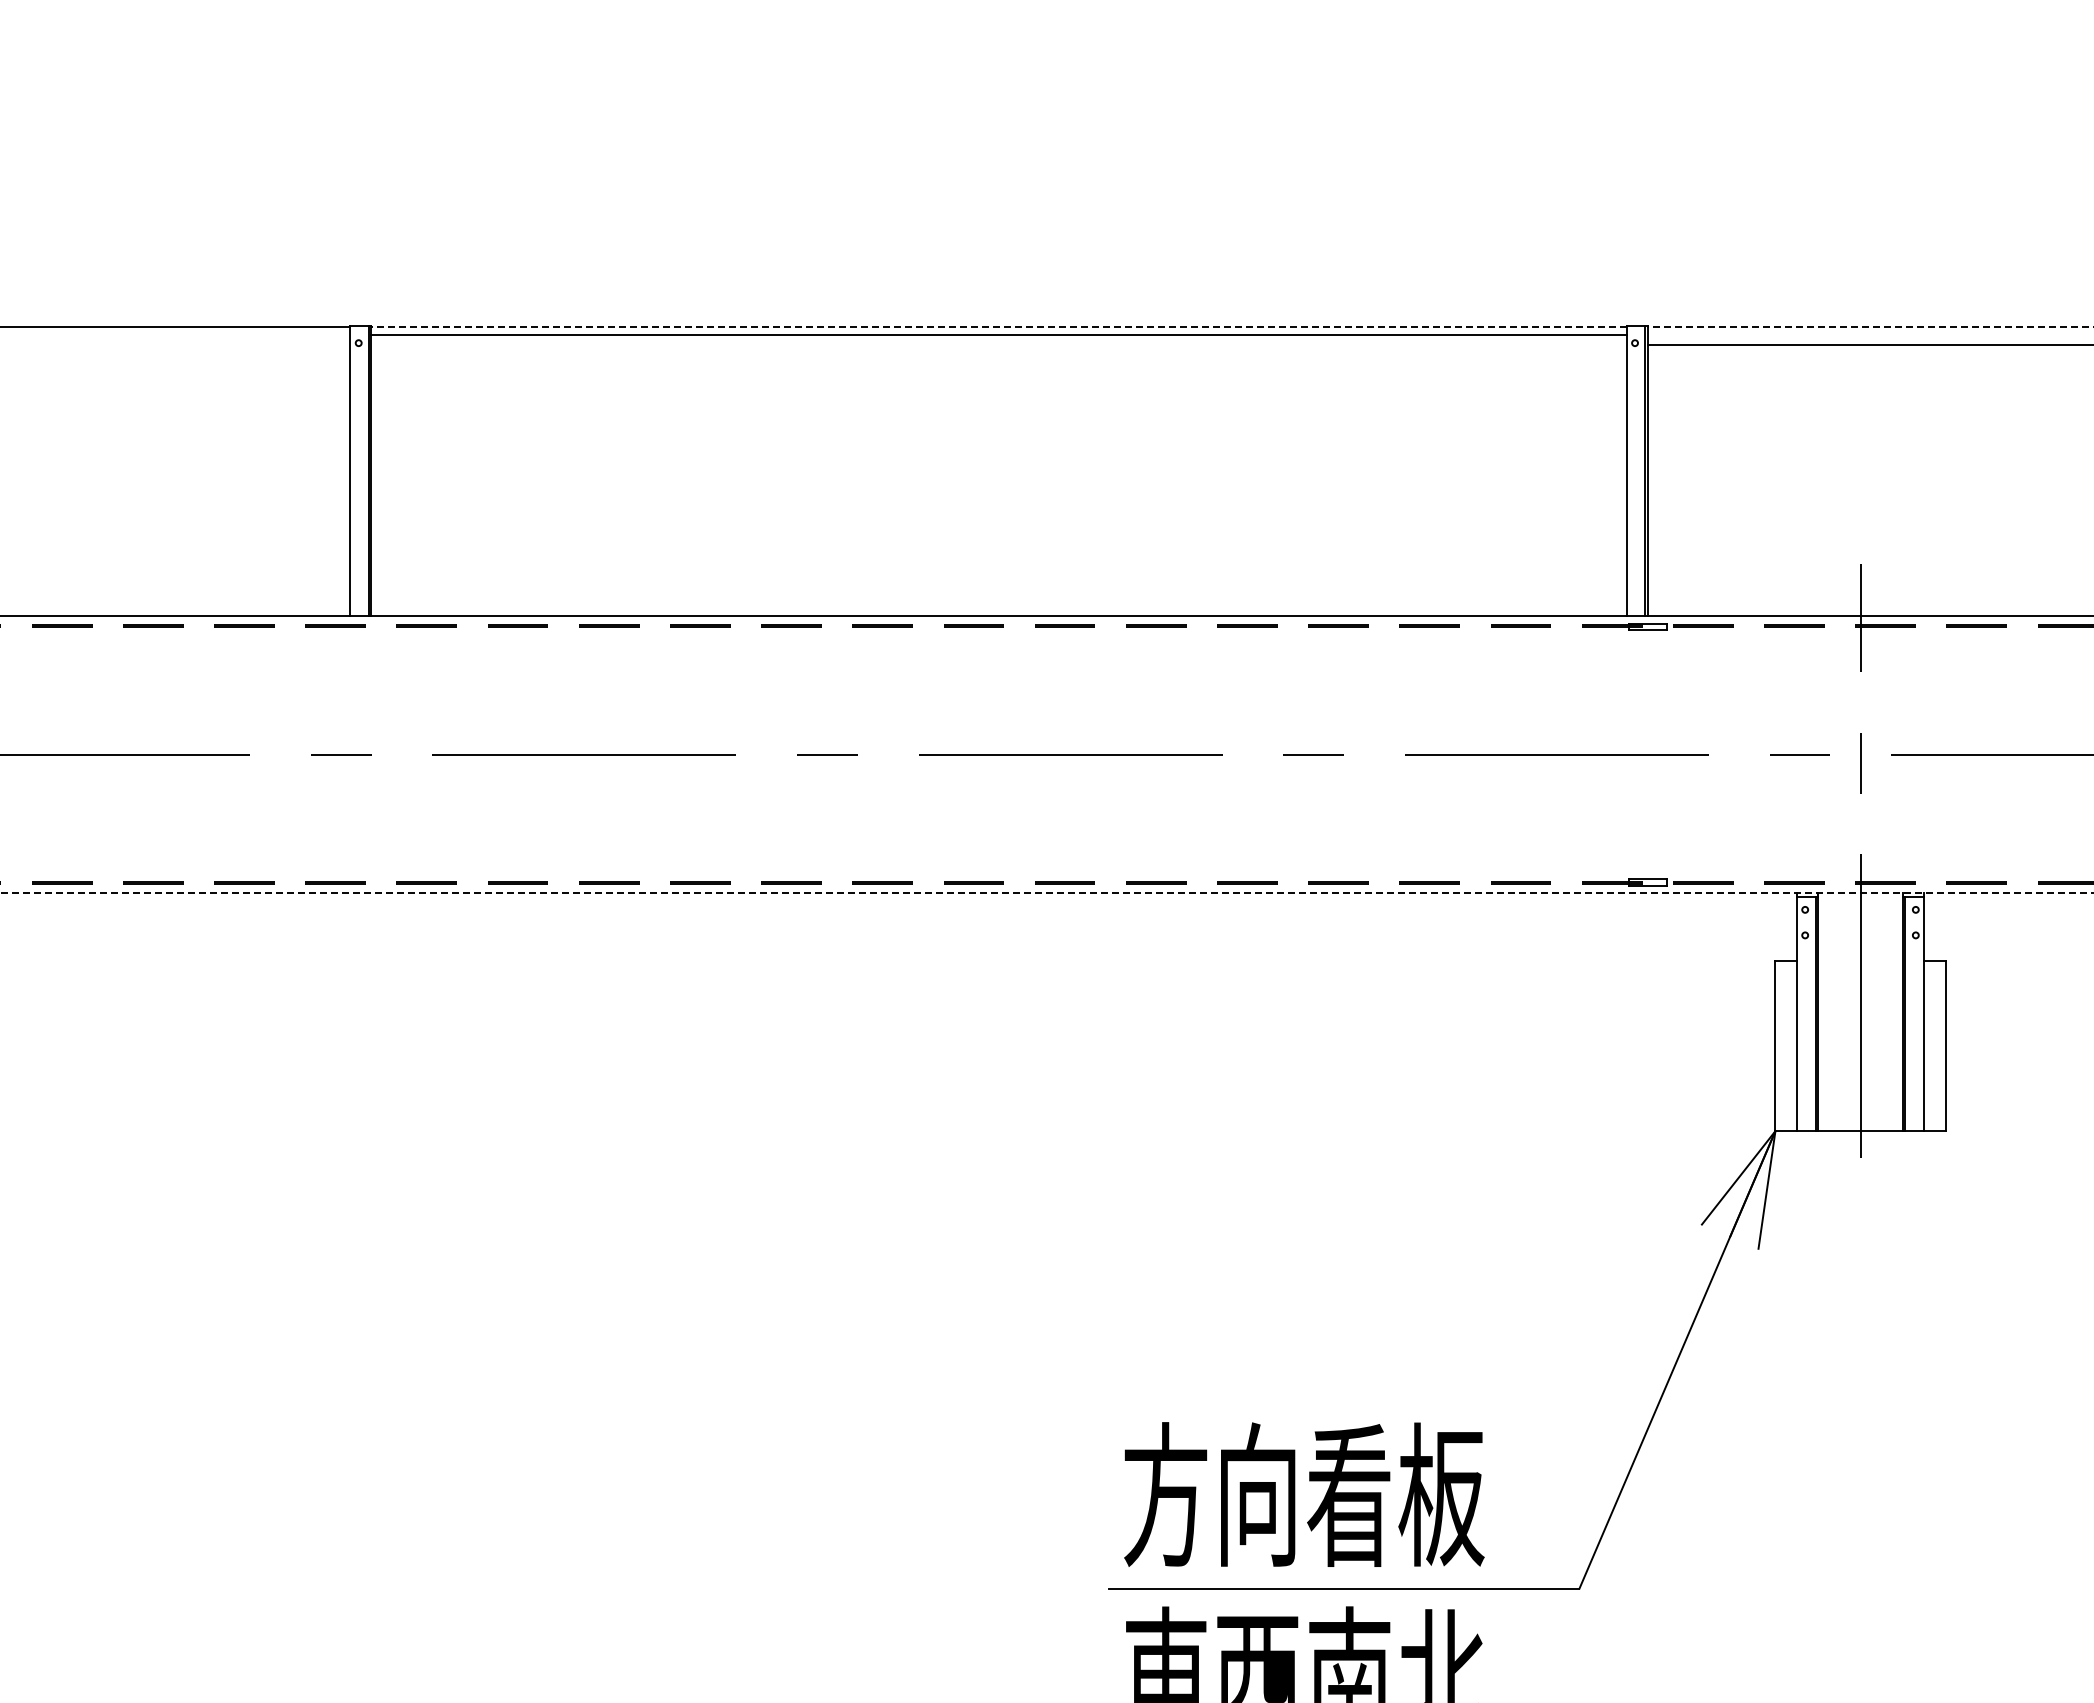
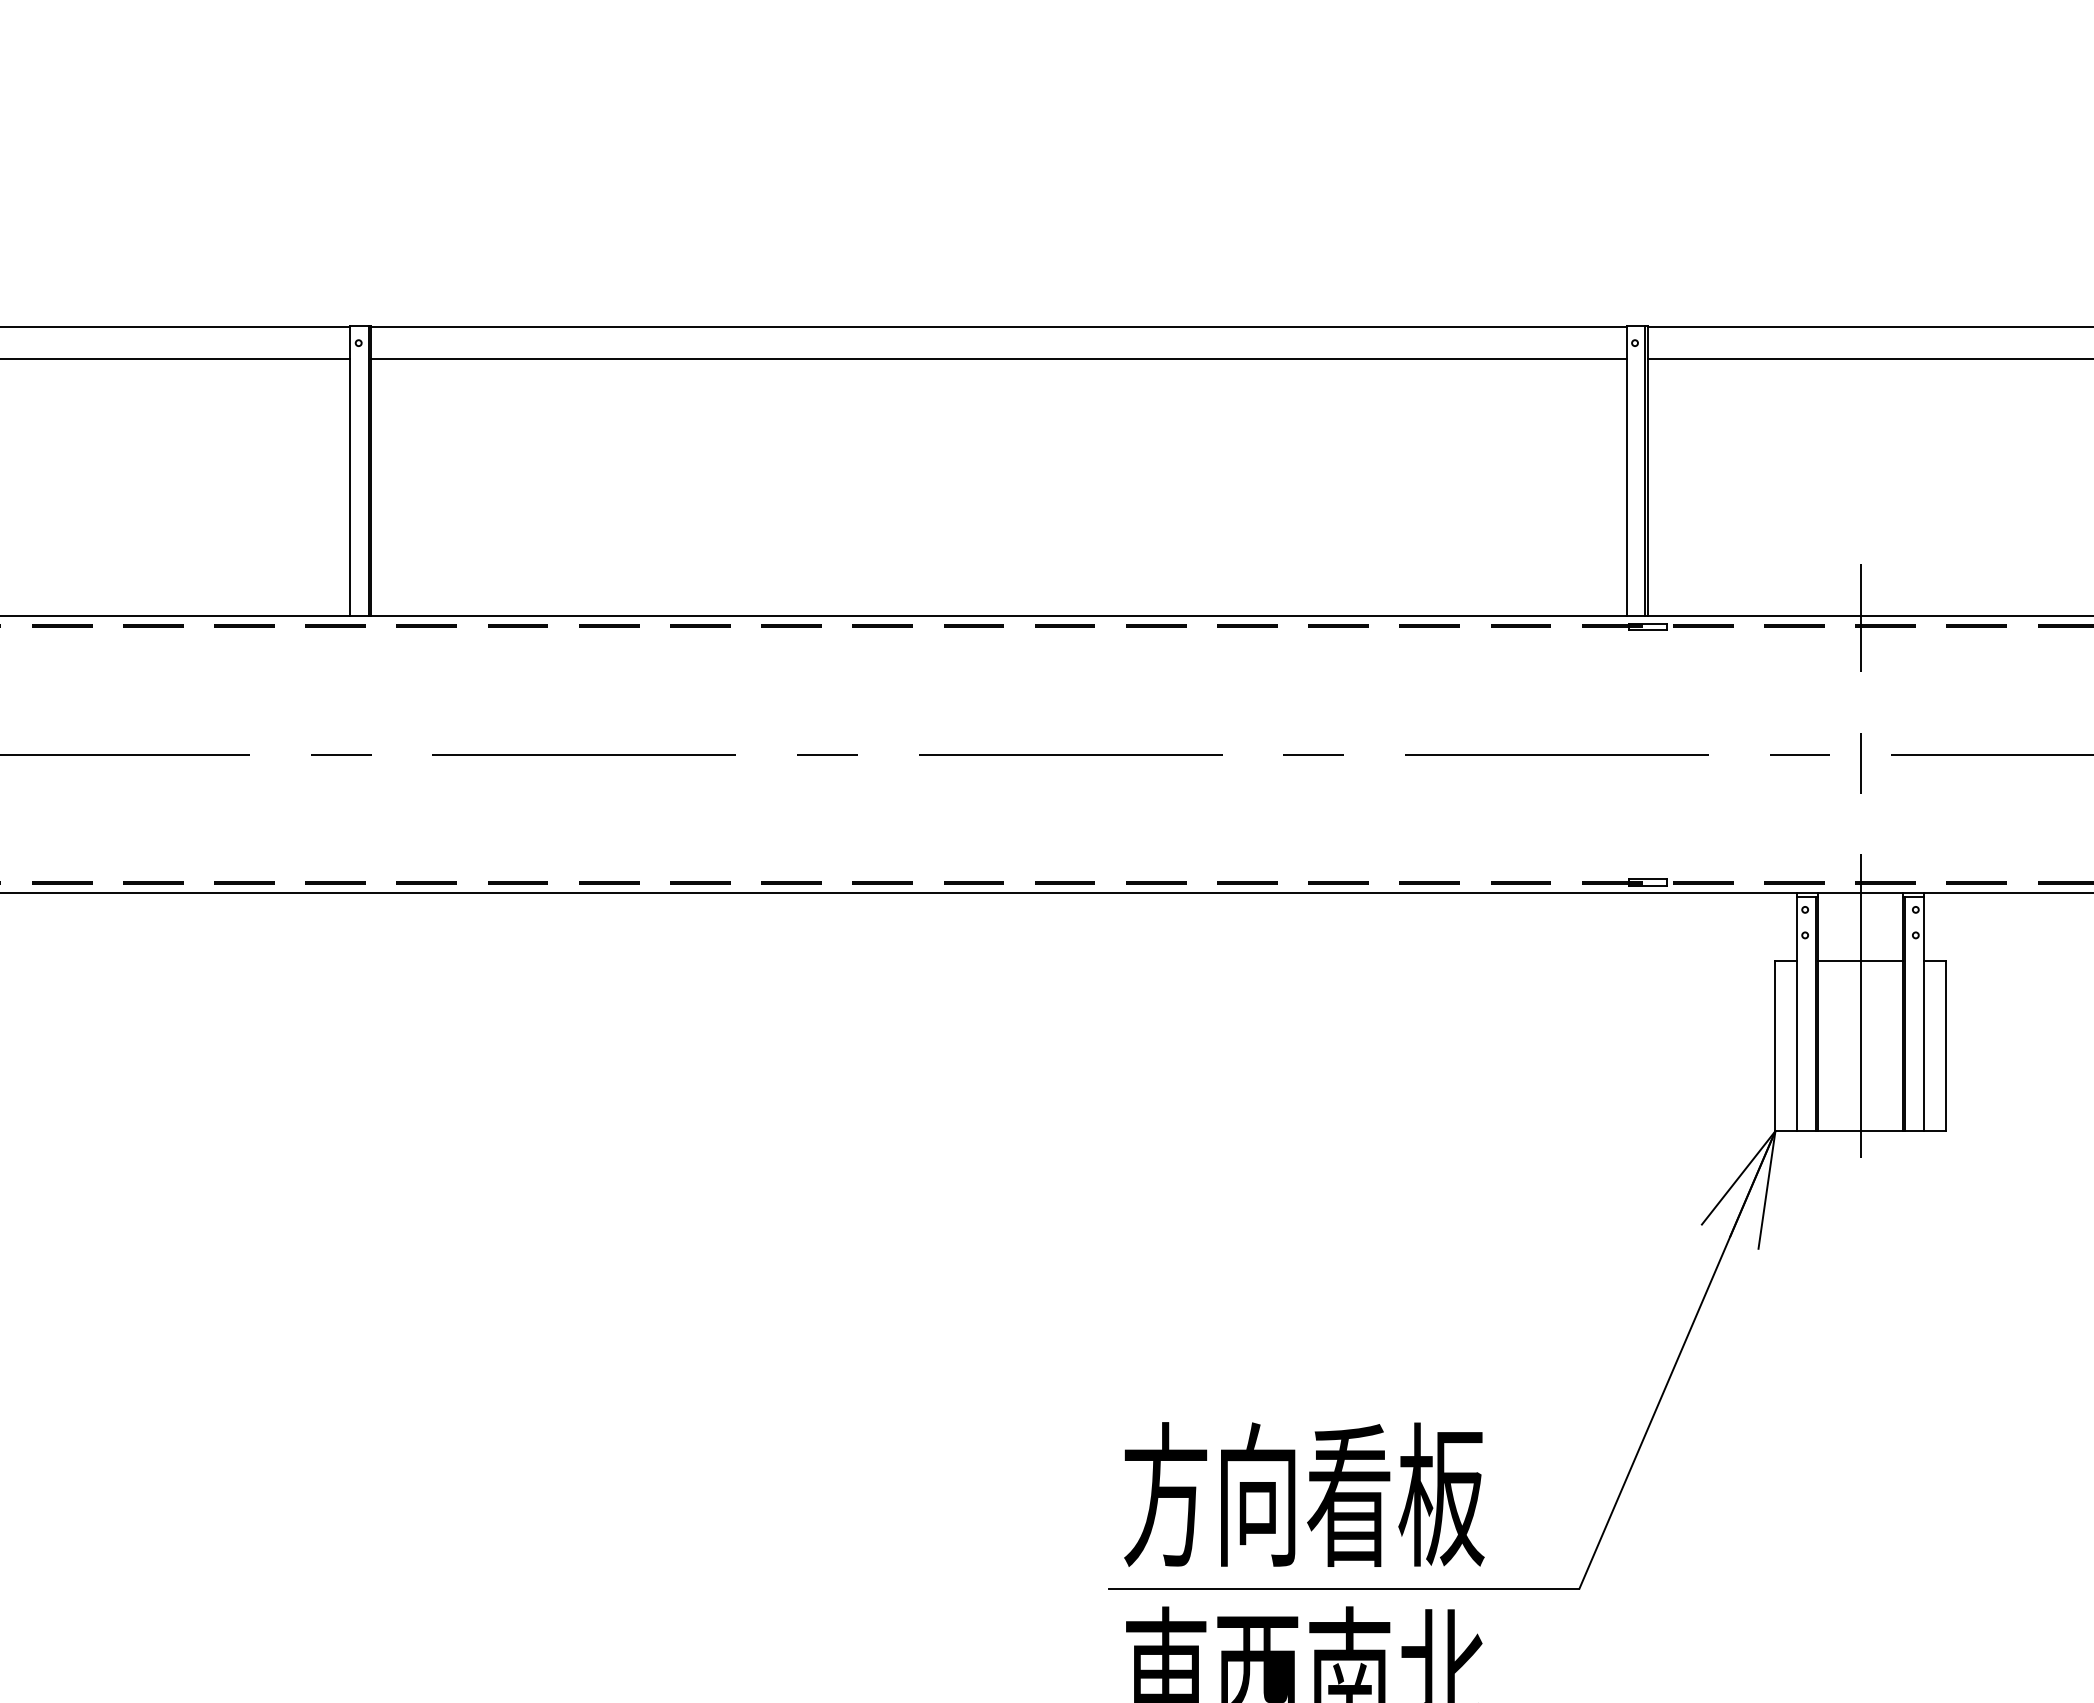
line at (999, 327): dashed -> solid
line at (1870, 327): dashed -> solid
line at (998, 335) position: (998, 335) -> (998, 359)
line at (1868, 345) position: (1868, 345) -> (1868, 359)
line at (176, 359): none -> present
line at (1047, 892): dashed -> solid
line at (1860, 960): none -> present
